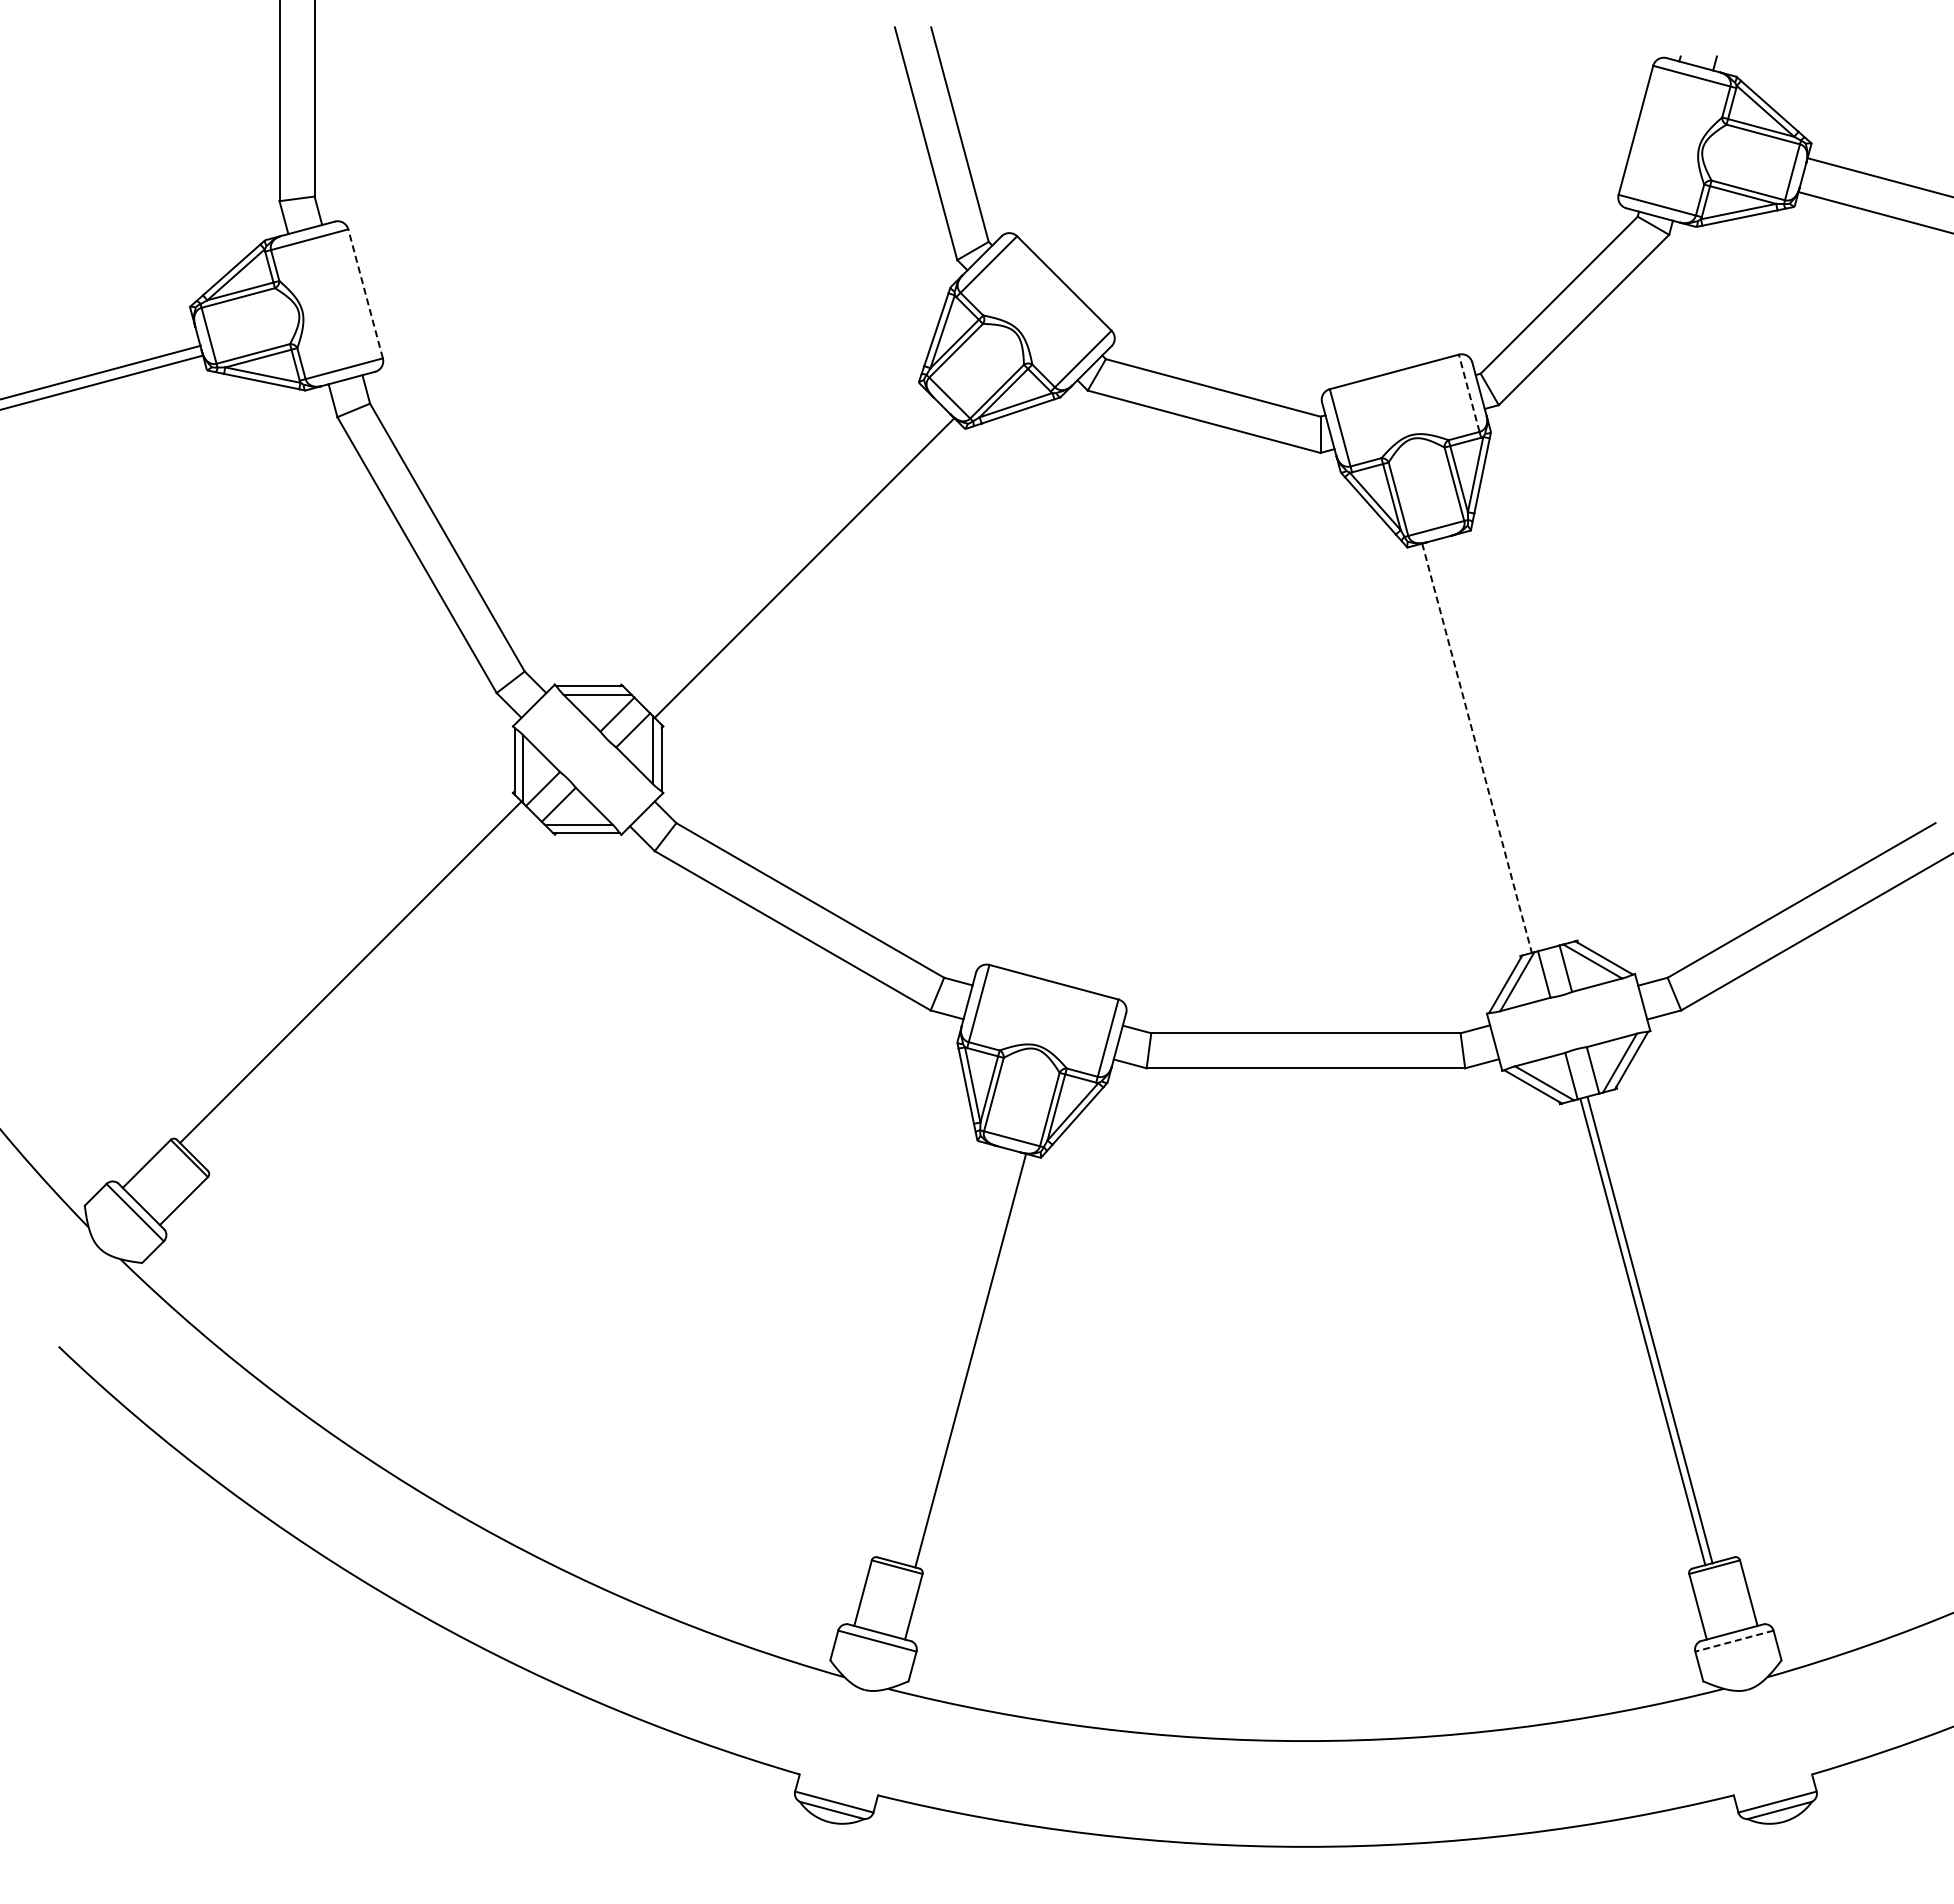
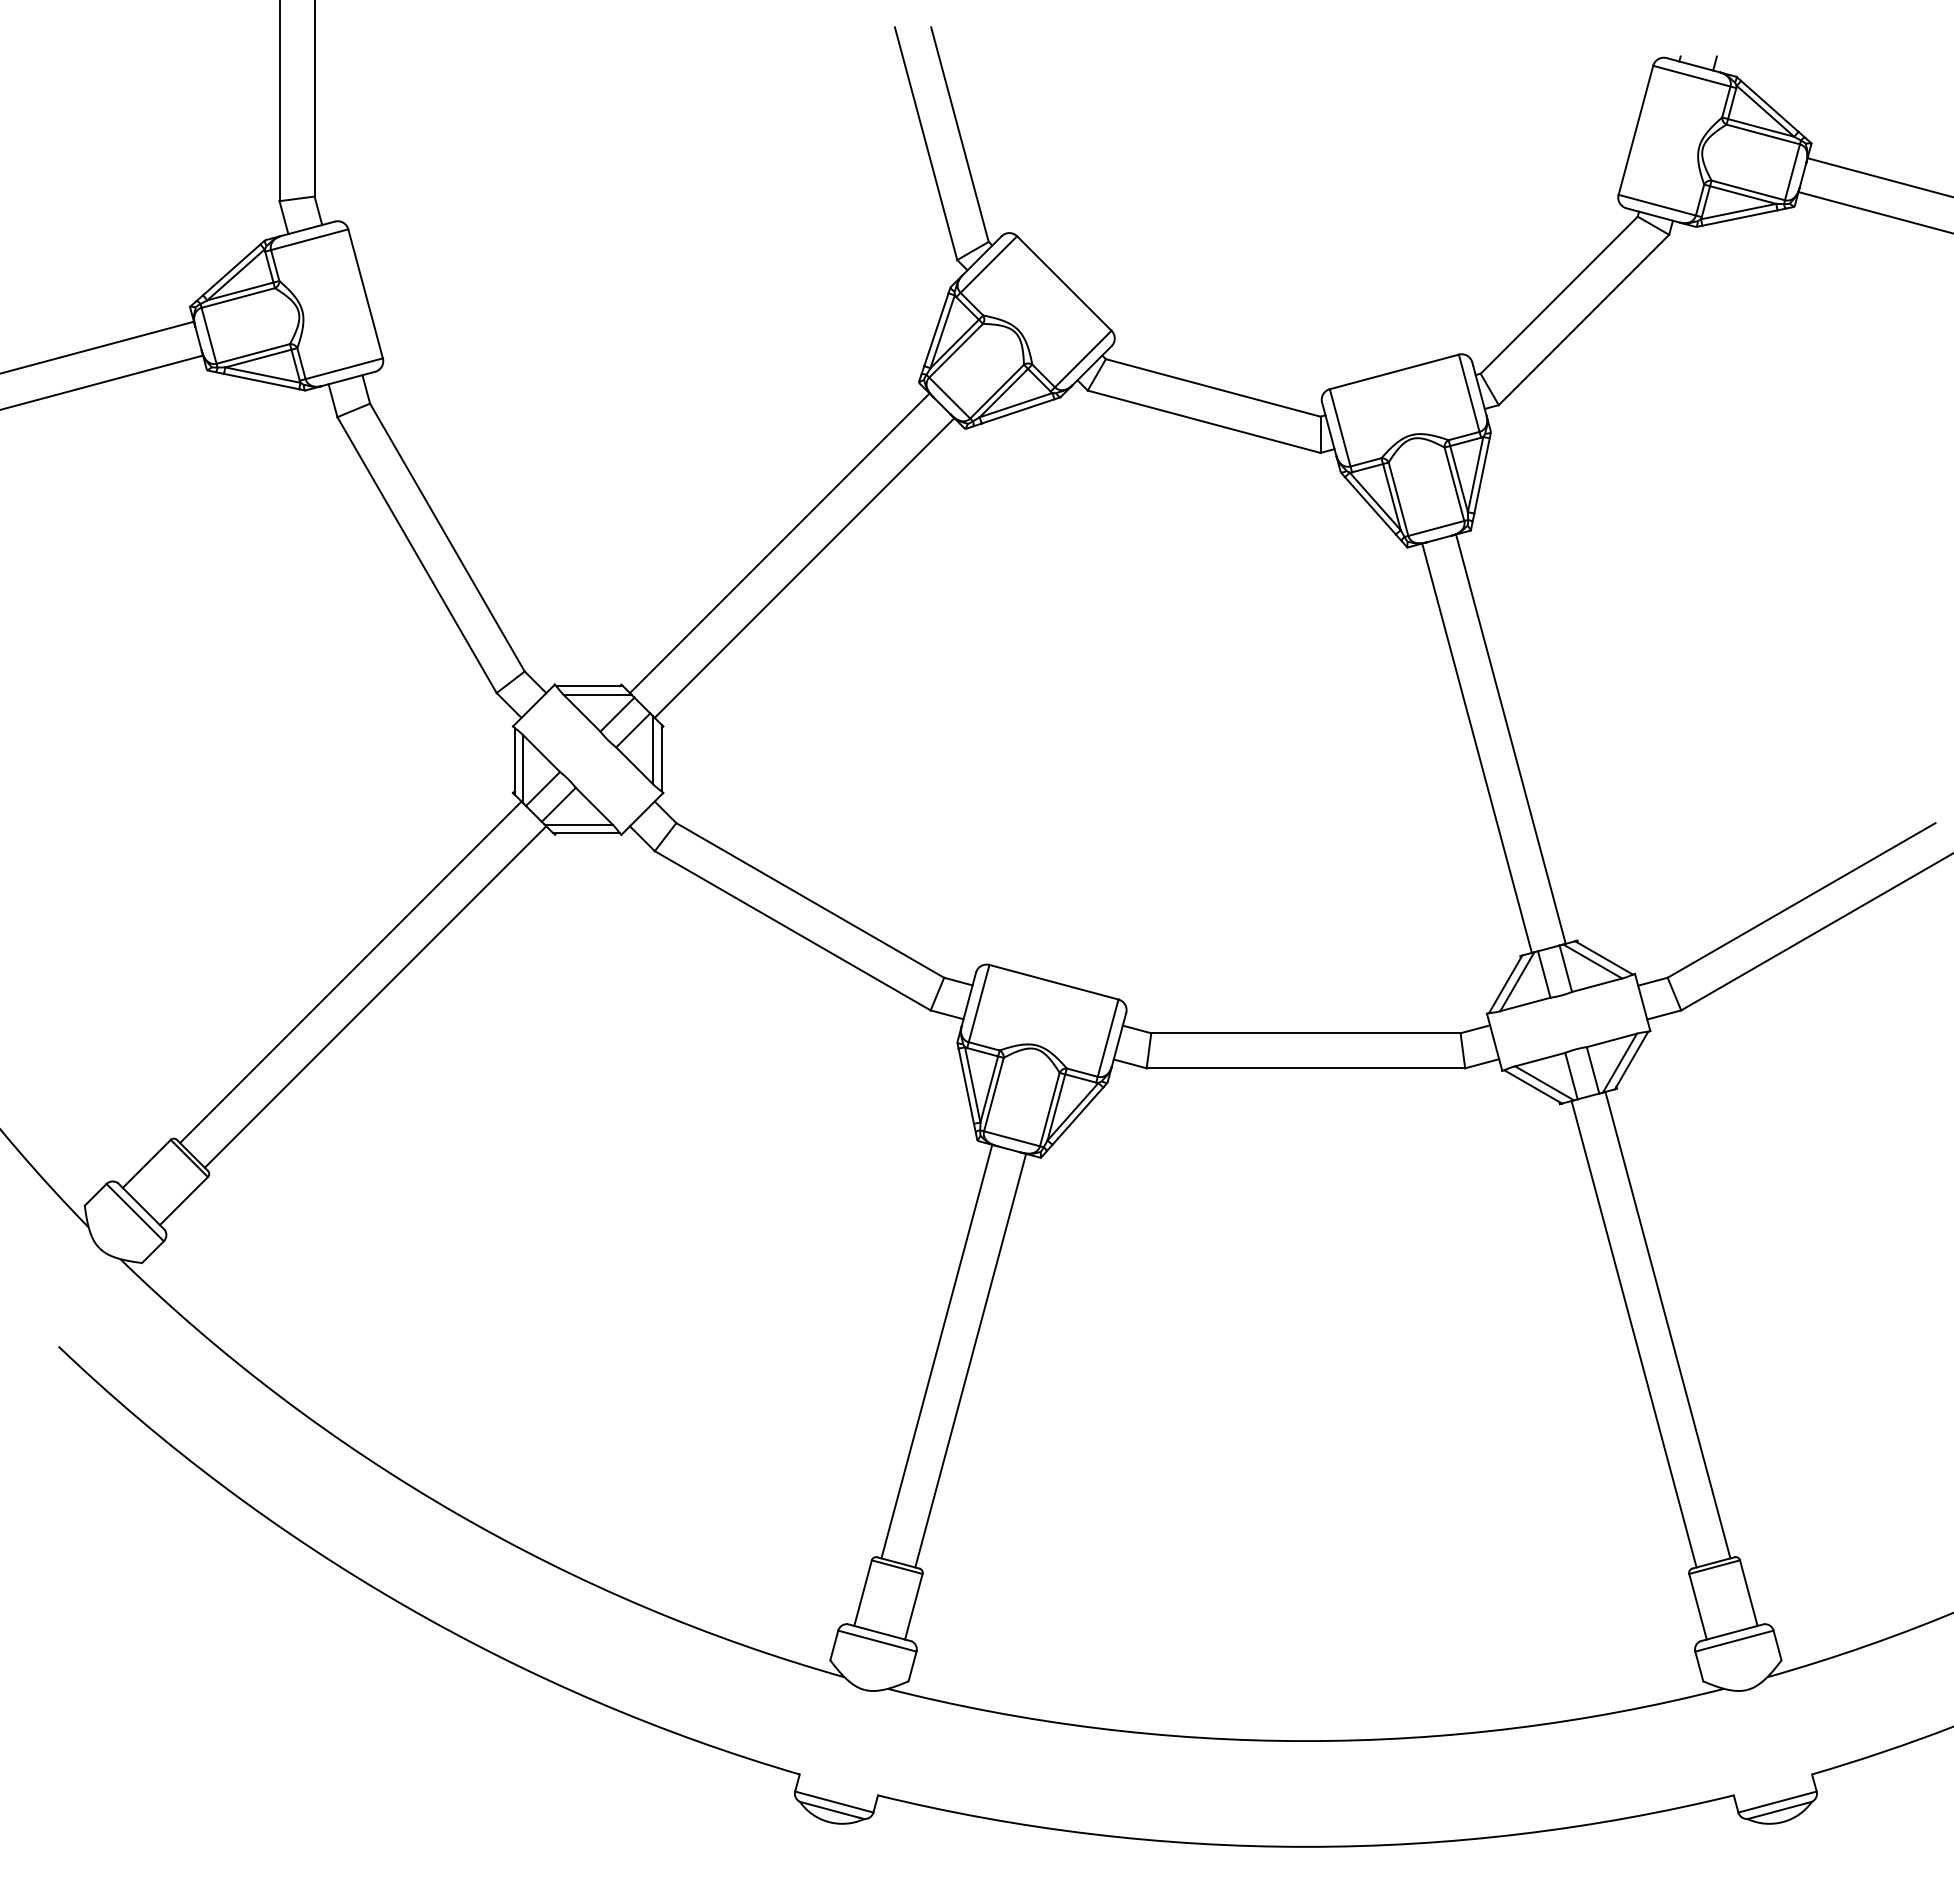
line at (365, 293): dashed -> solid
line at (101, 371) position: (101, 371) -> (97, 347)
line at (1469, 393): dashed -> solid
line at (779, 543): none -> present
line at (1510, 738): none -> present
line at (1477, 748): dashed -> solid
line at (375, 996): none -> present
line at (1649, 1330) position: (1649, 1330) -> (1633, 1334)
line at (1642, 1331) position: (1642, 1331) -> (1667, 1324)
line at (936, 1351): none -> present
line at (1734, 1641): dashed -> solid
